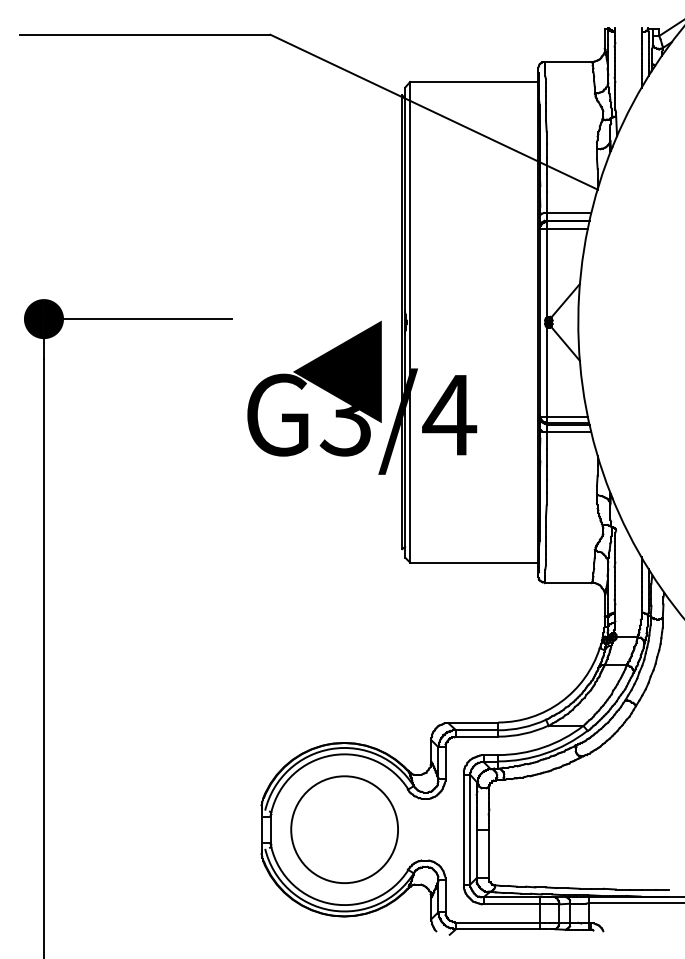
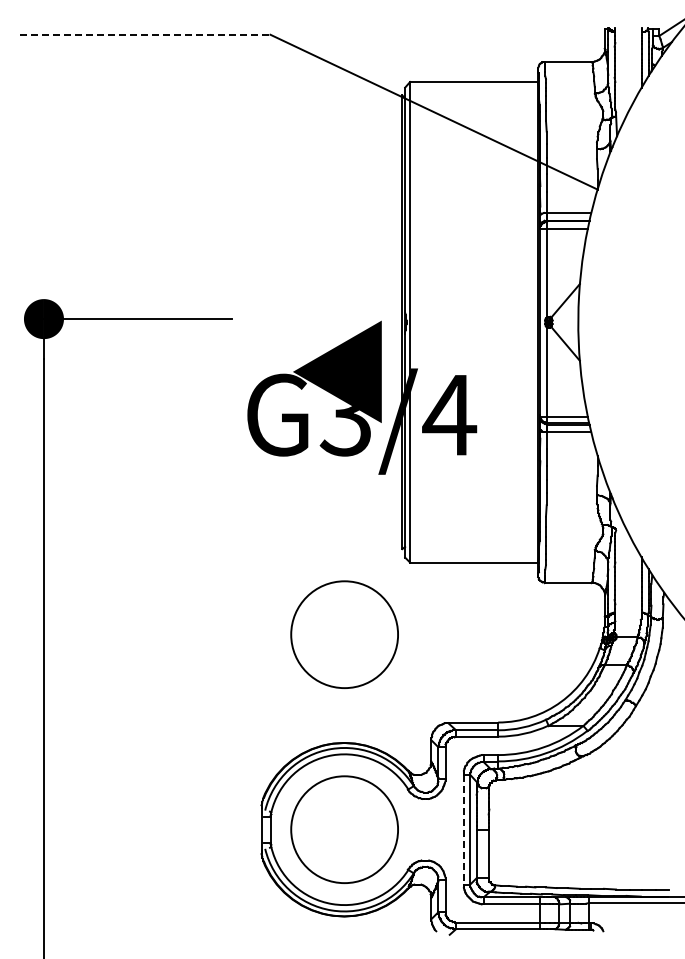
line at (145, 34): solid -> dashed
part at (344, 634): none -> present
line at (463, 829): solid -> dashed
